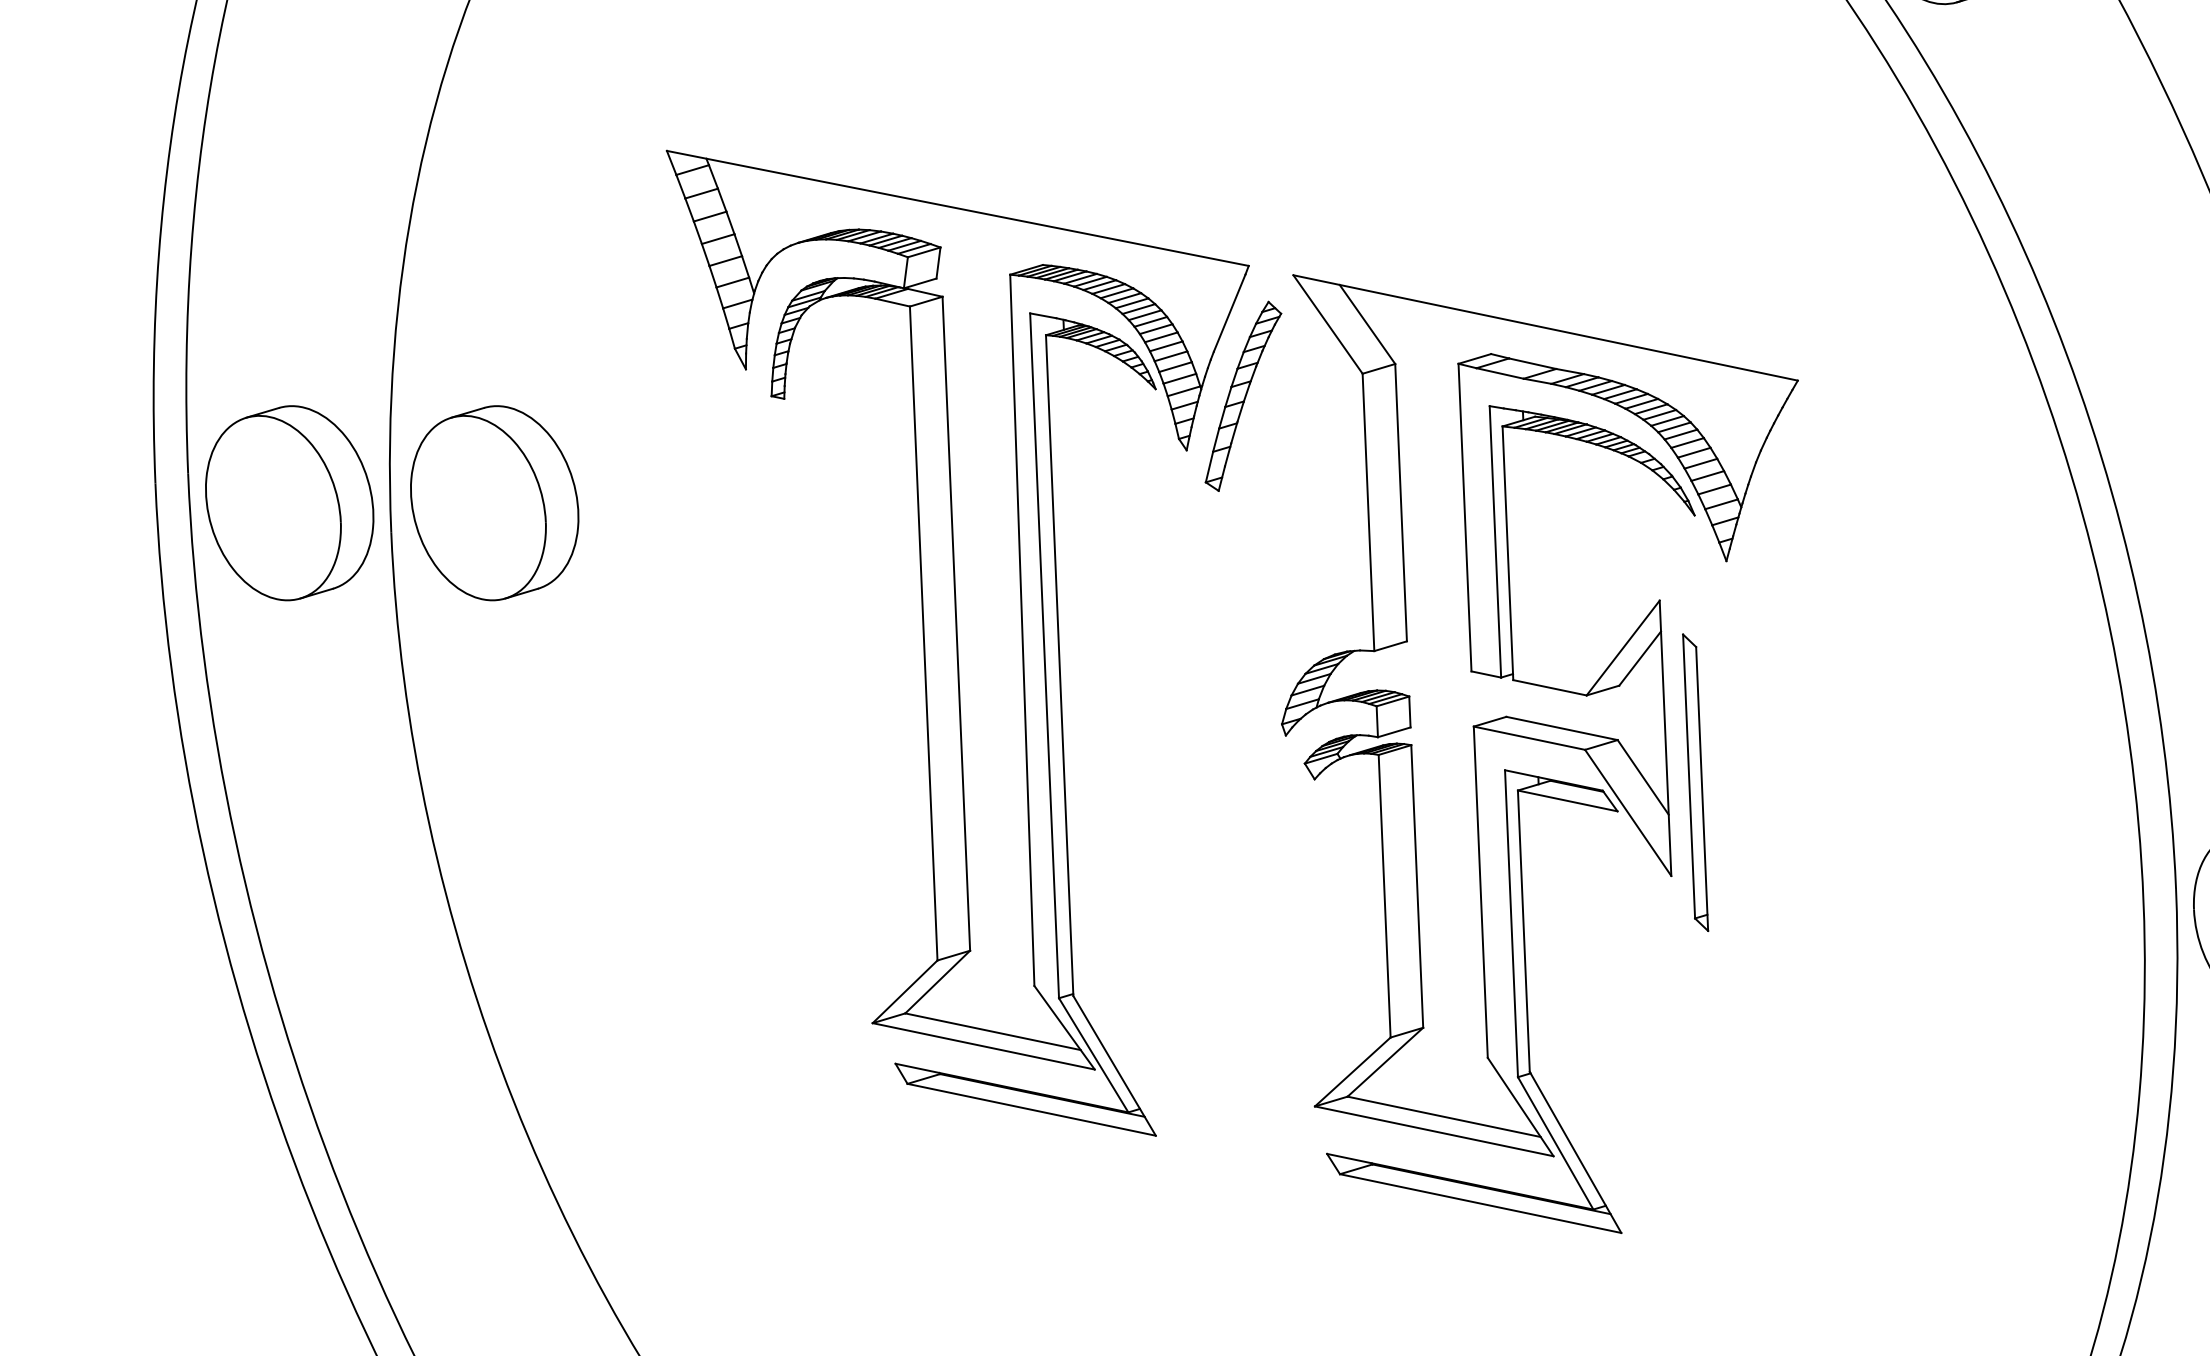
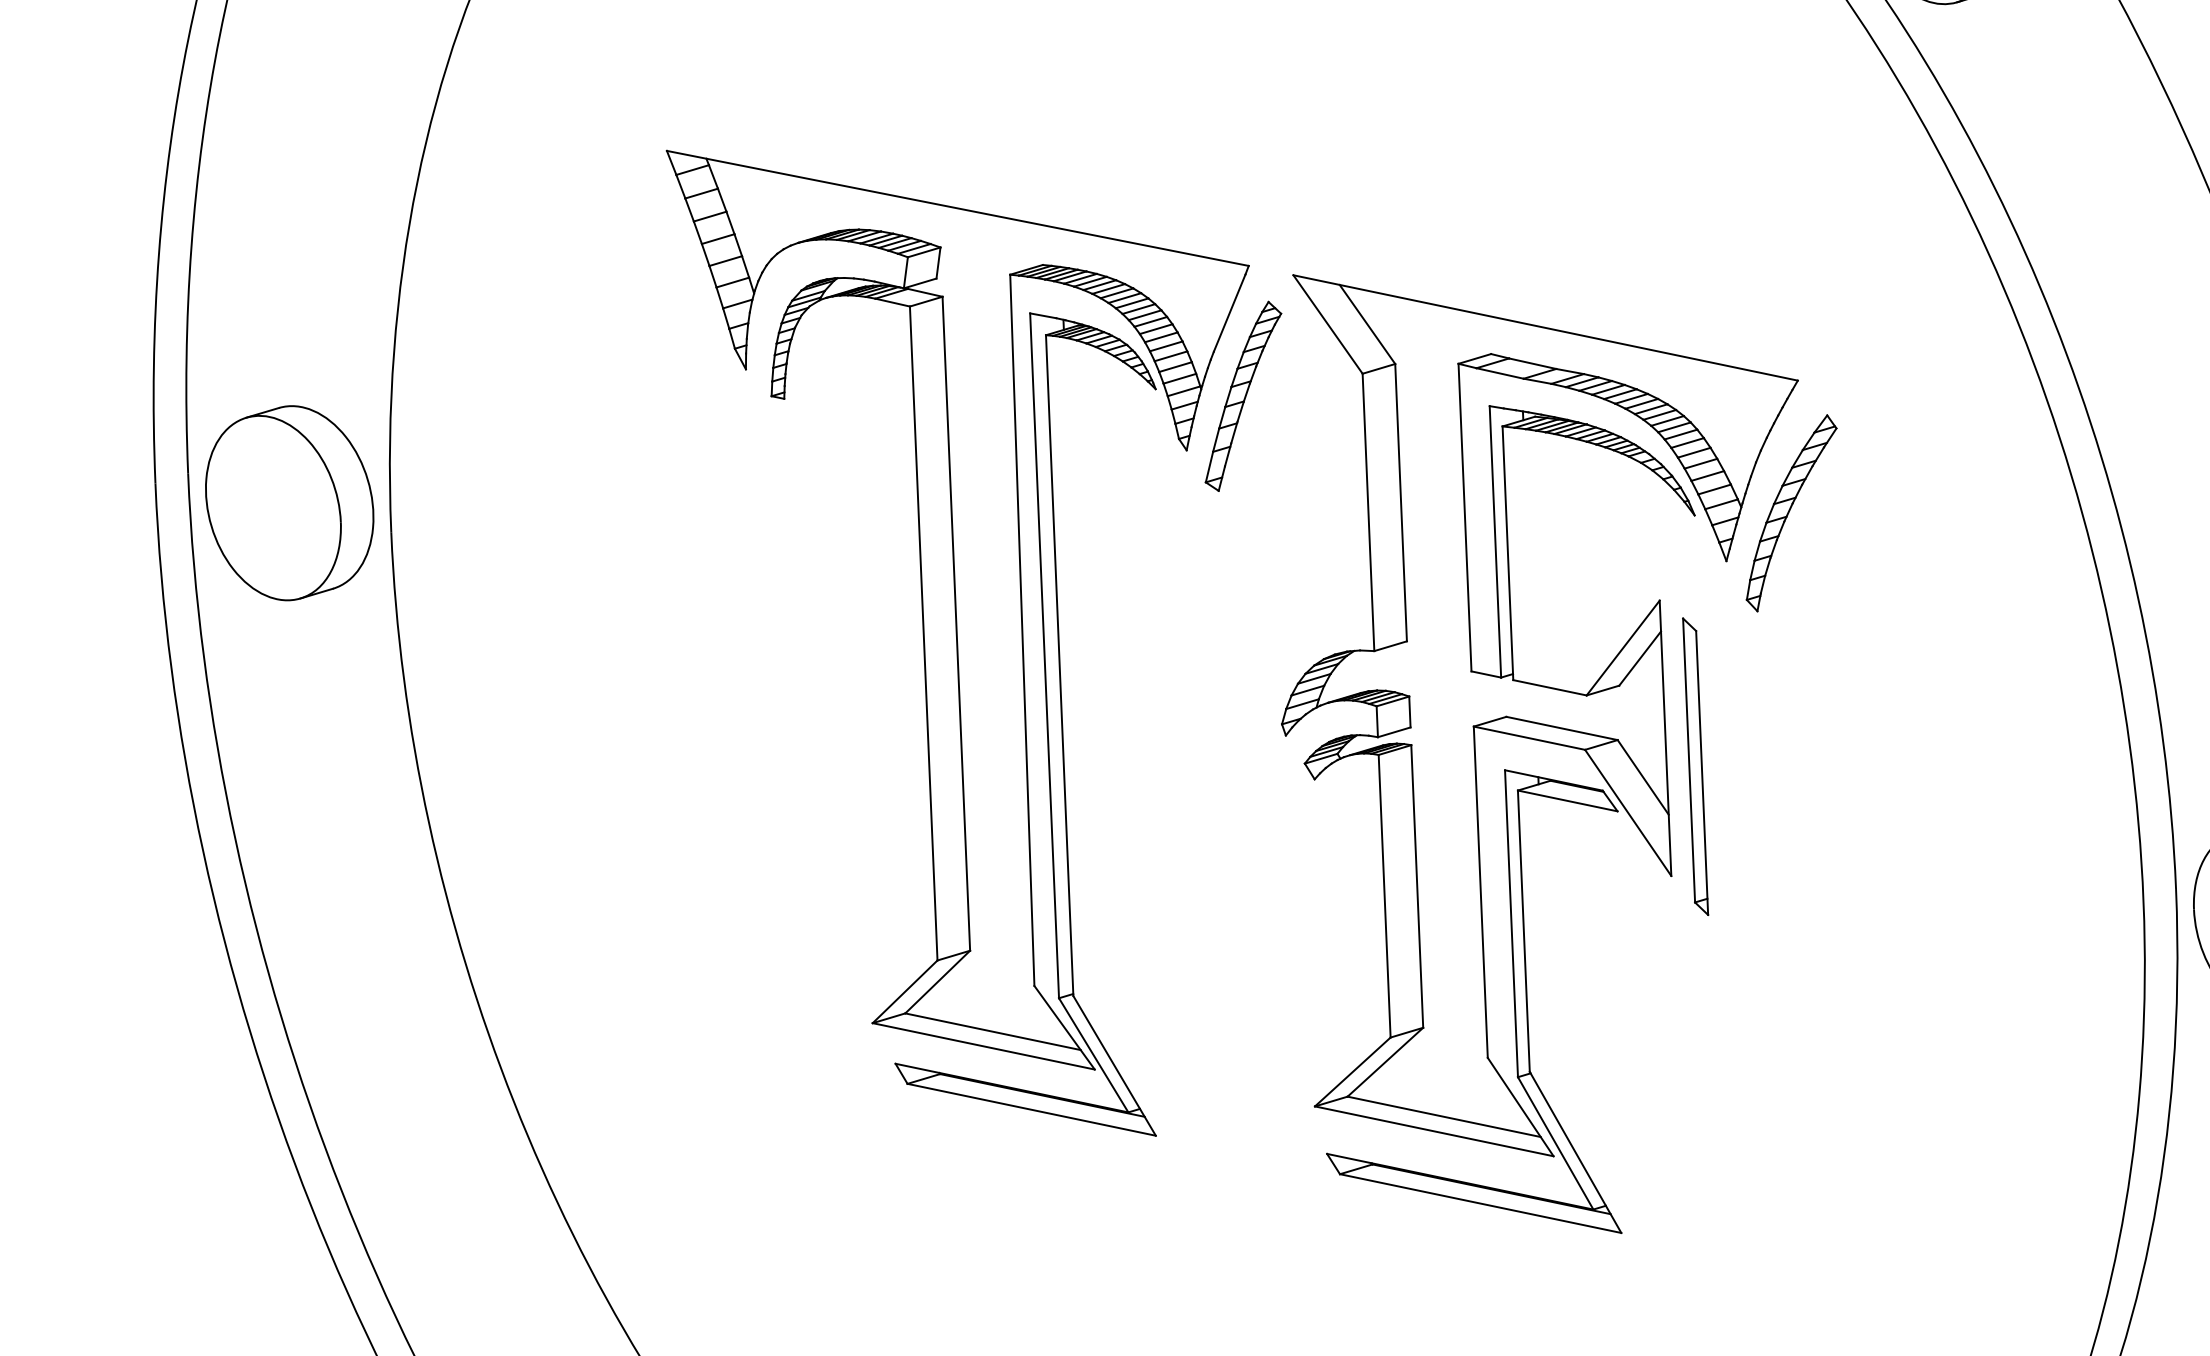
part at (494, 503): present -> none
part at (1791, 513): none -> present
part at (1695, 782) position: (1695, 782) -> (1695, 766)
